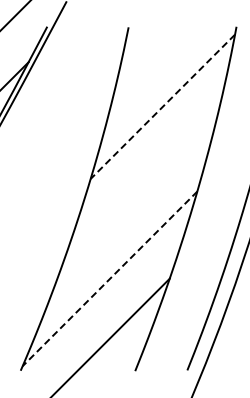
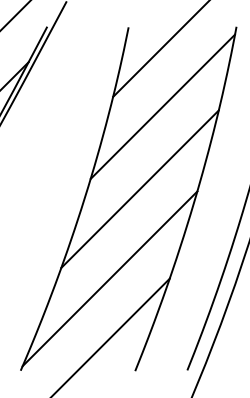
line at (160, 49): none -> present
line at (162, 106): dashed -> solid
line at (139, 189): none -> present
line at (110, 278): dashed -> solid
